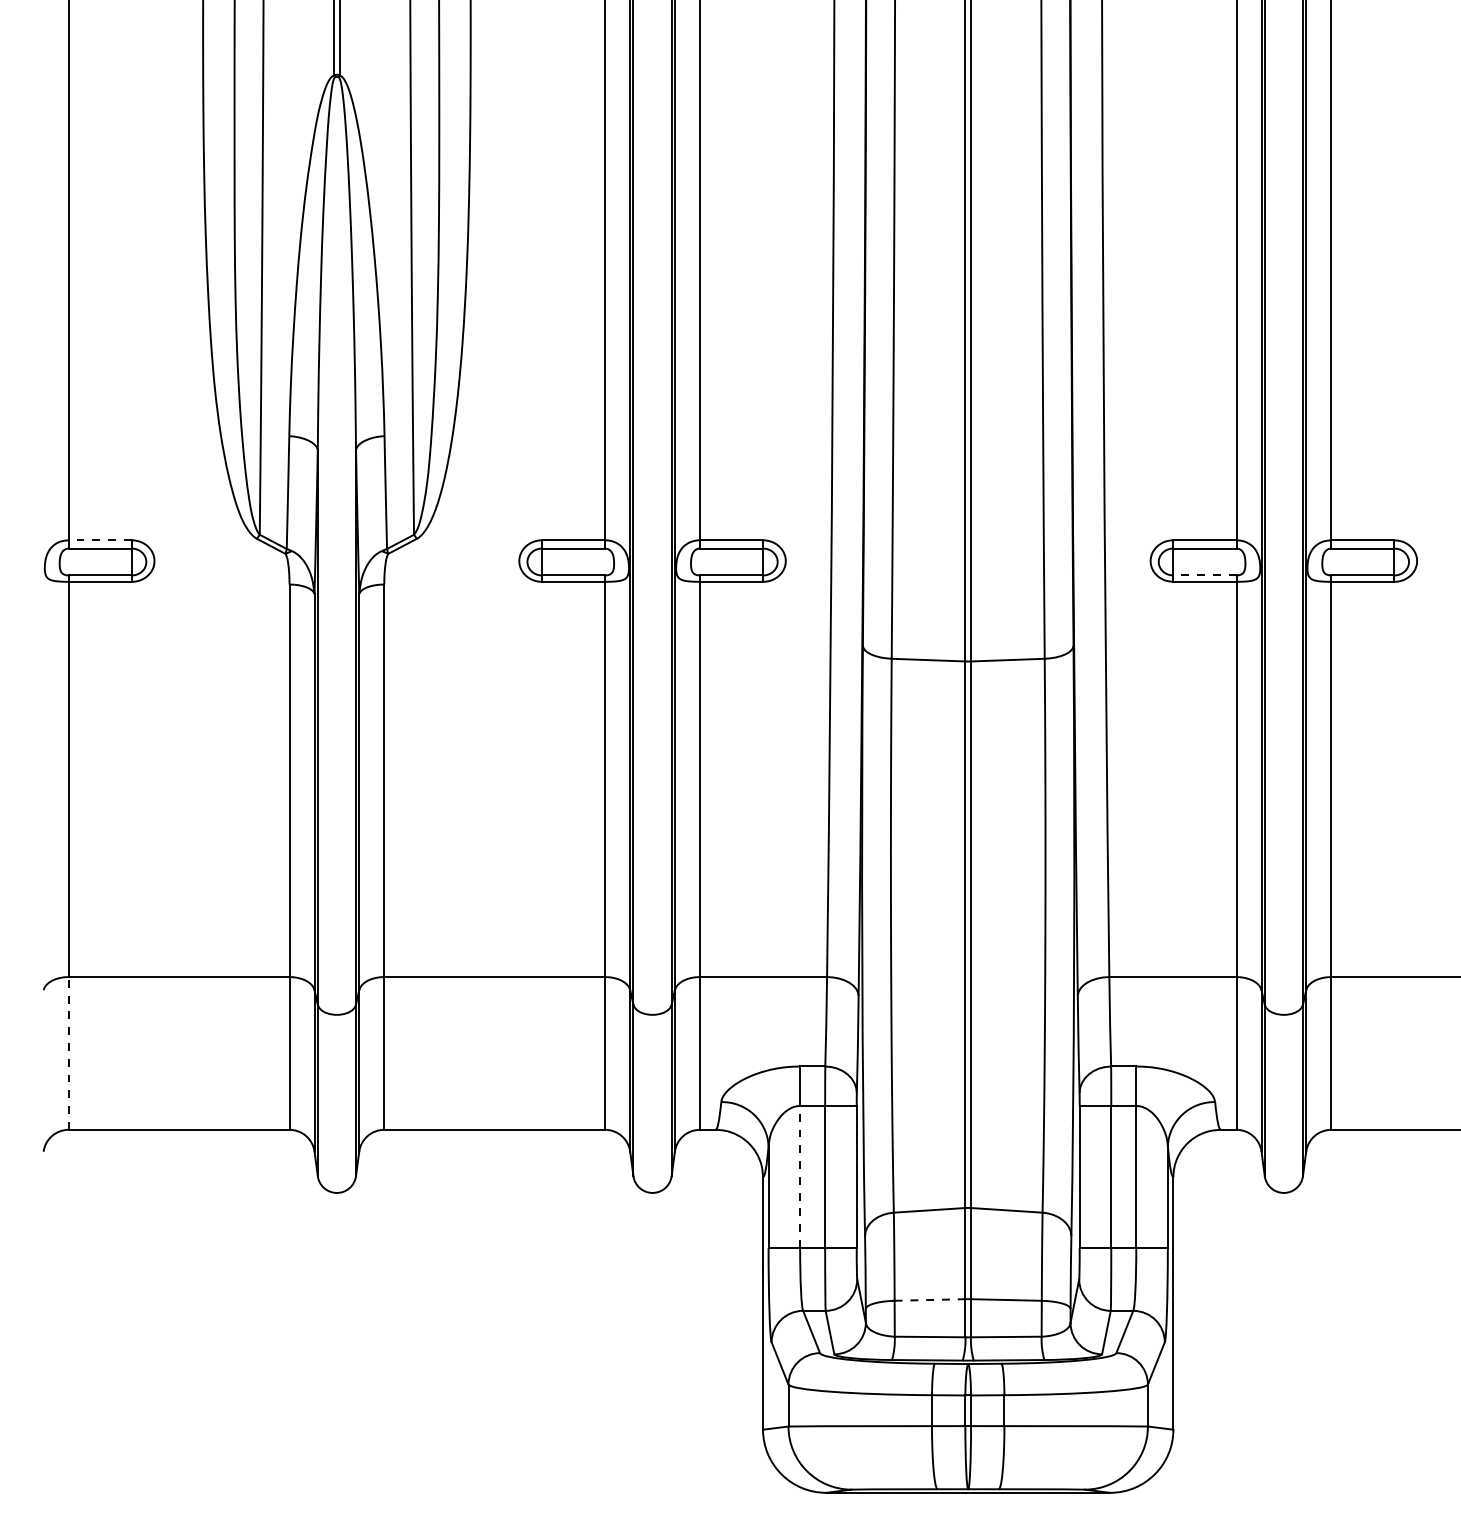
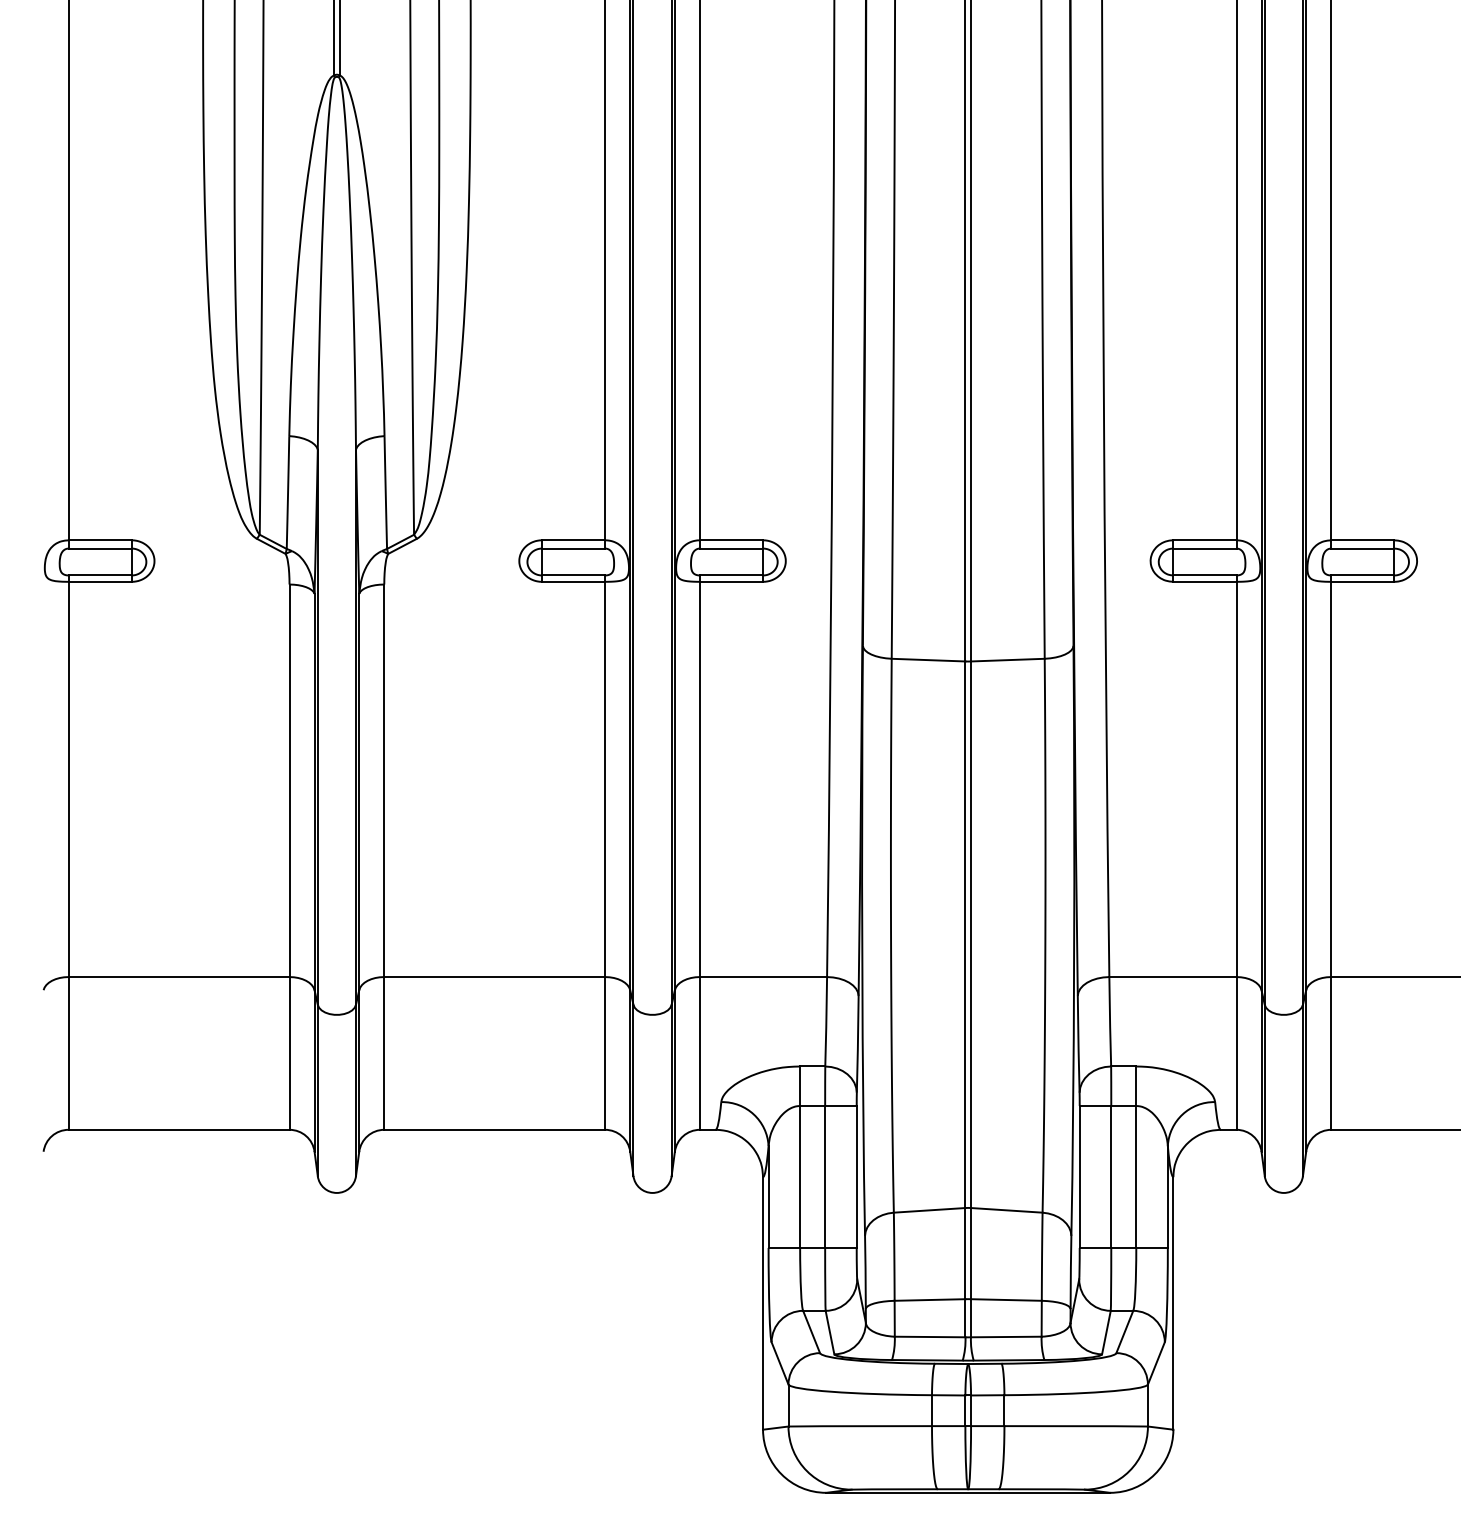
line at (100, 540): dashed -> solid
line at (1204, 575): dashed -> solid
line at (68, 1052): dashed -> solid
line at (800, 1176): dashed -> solid
line at (930, 1299): dashed -> solid
